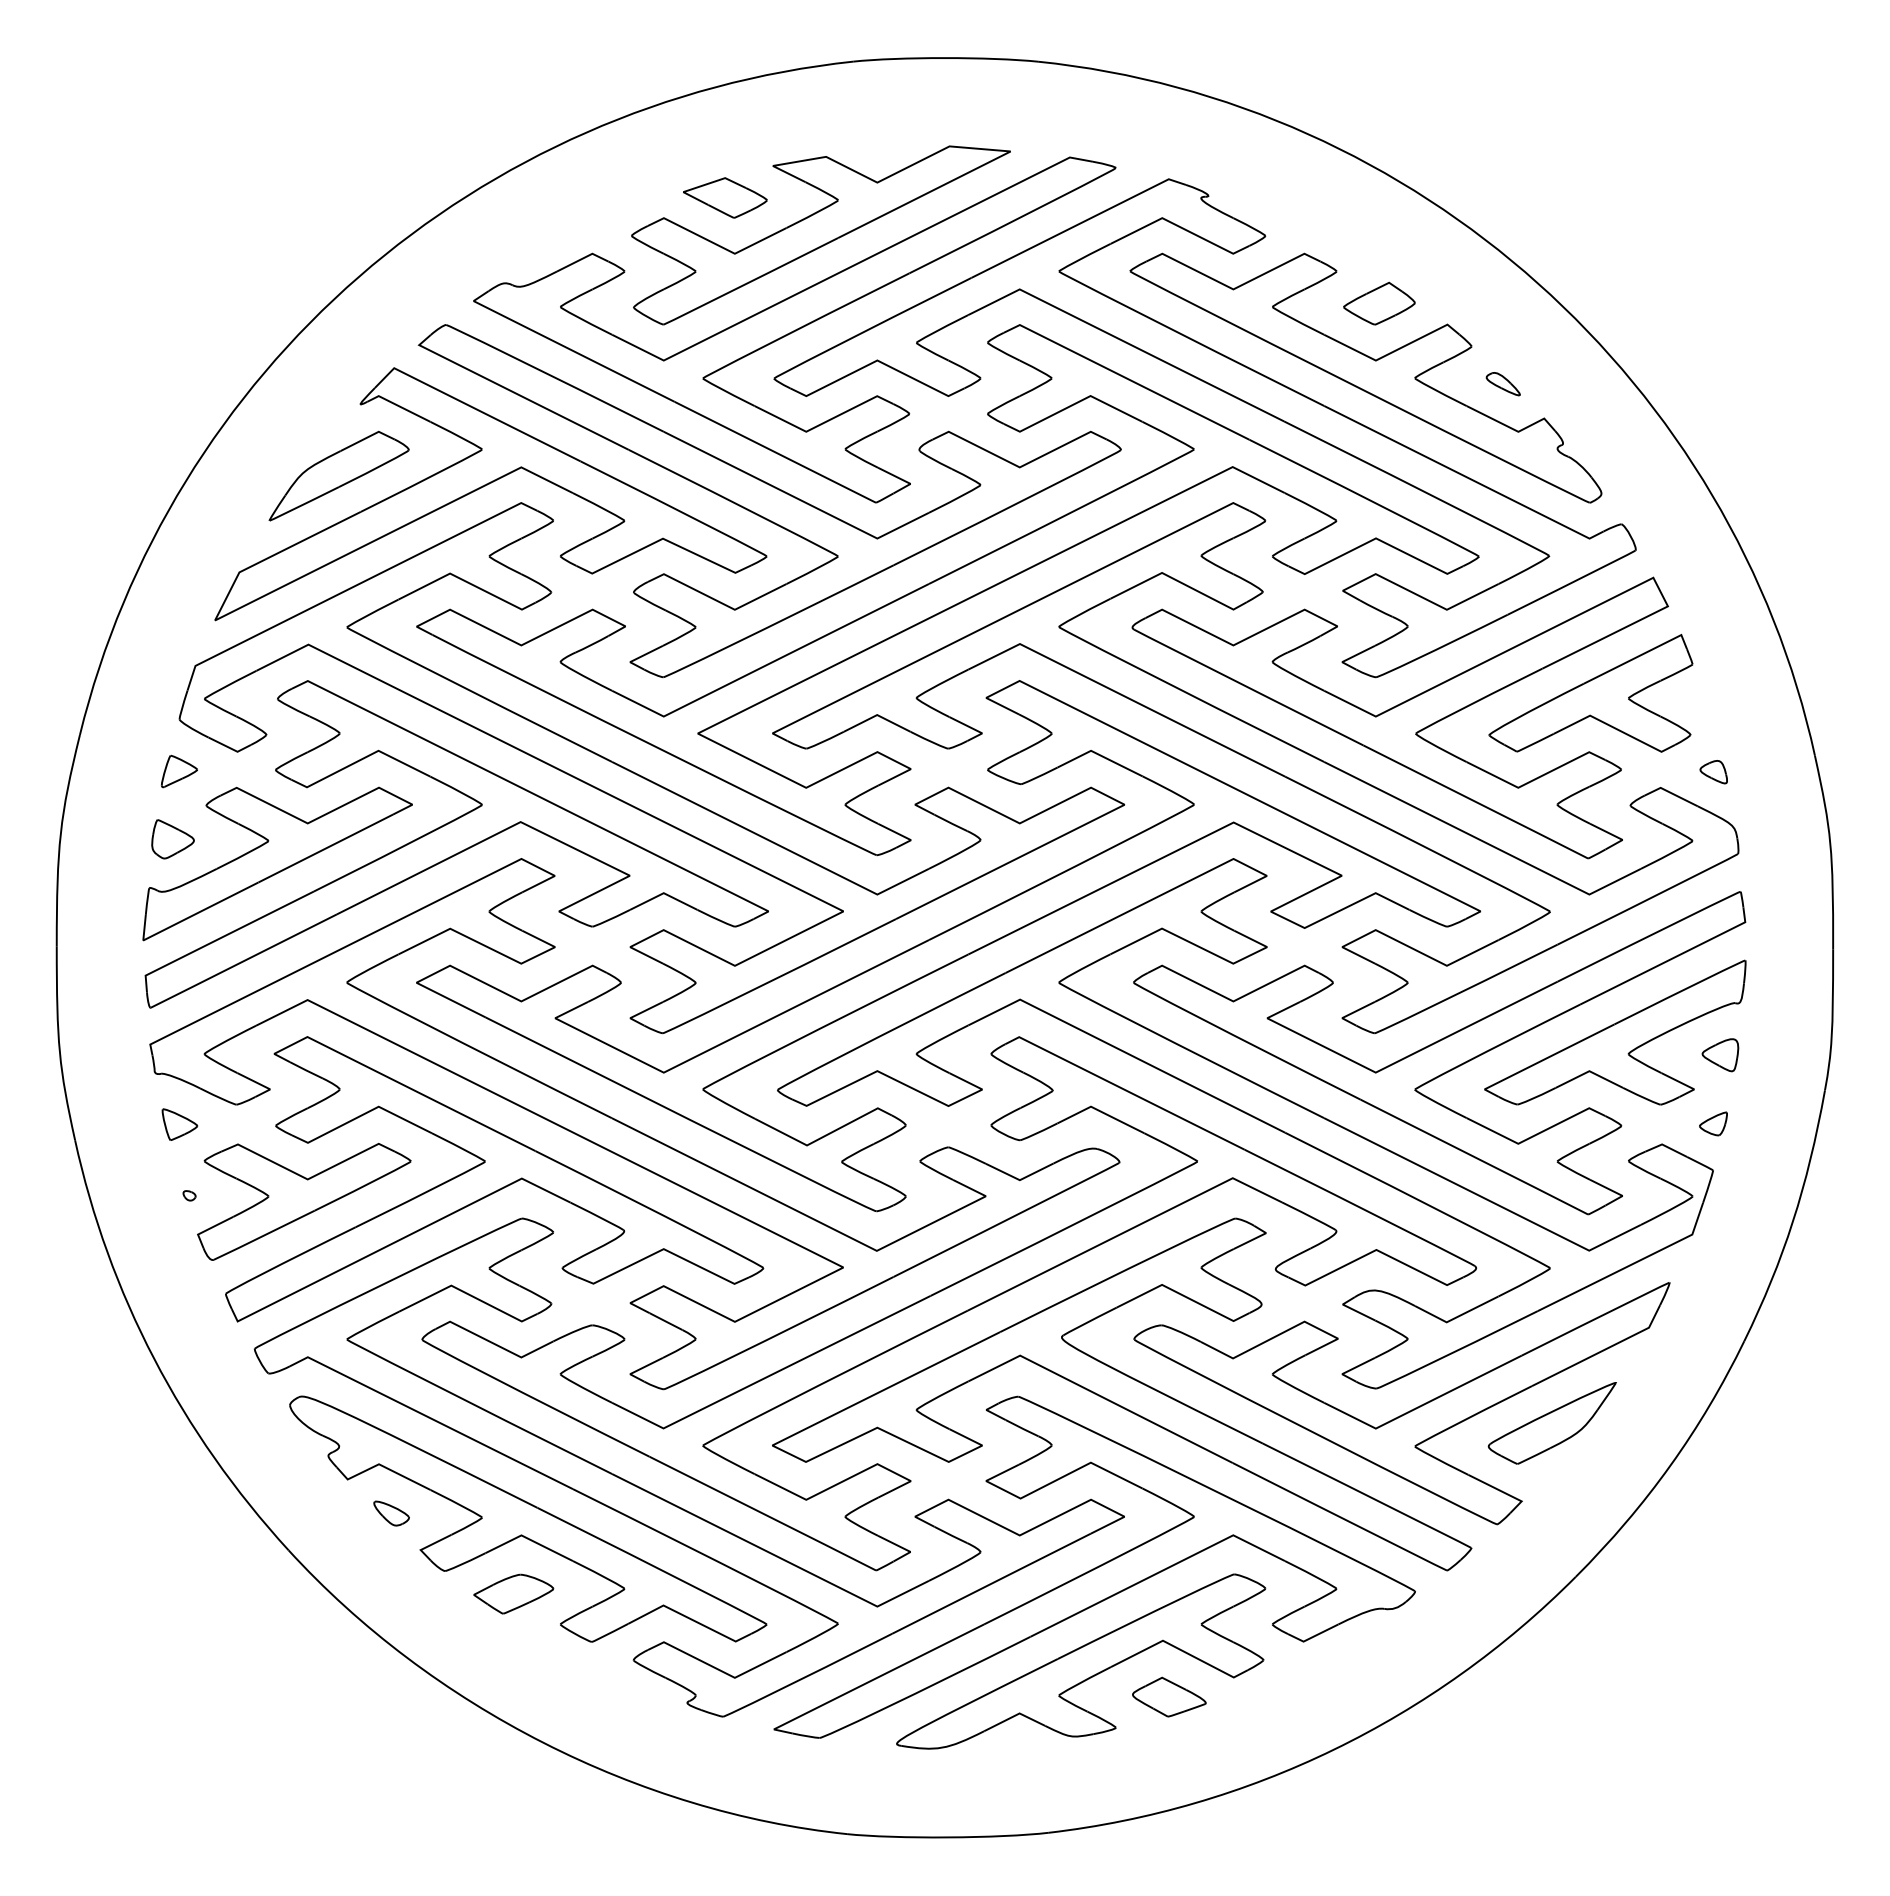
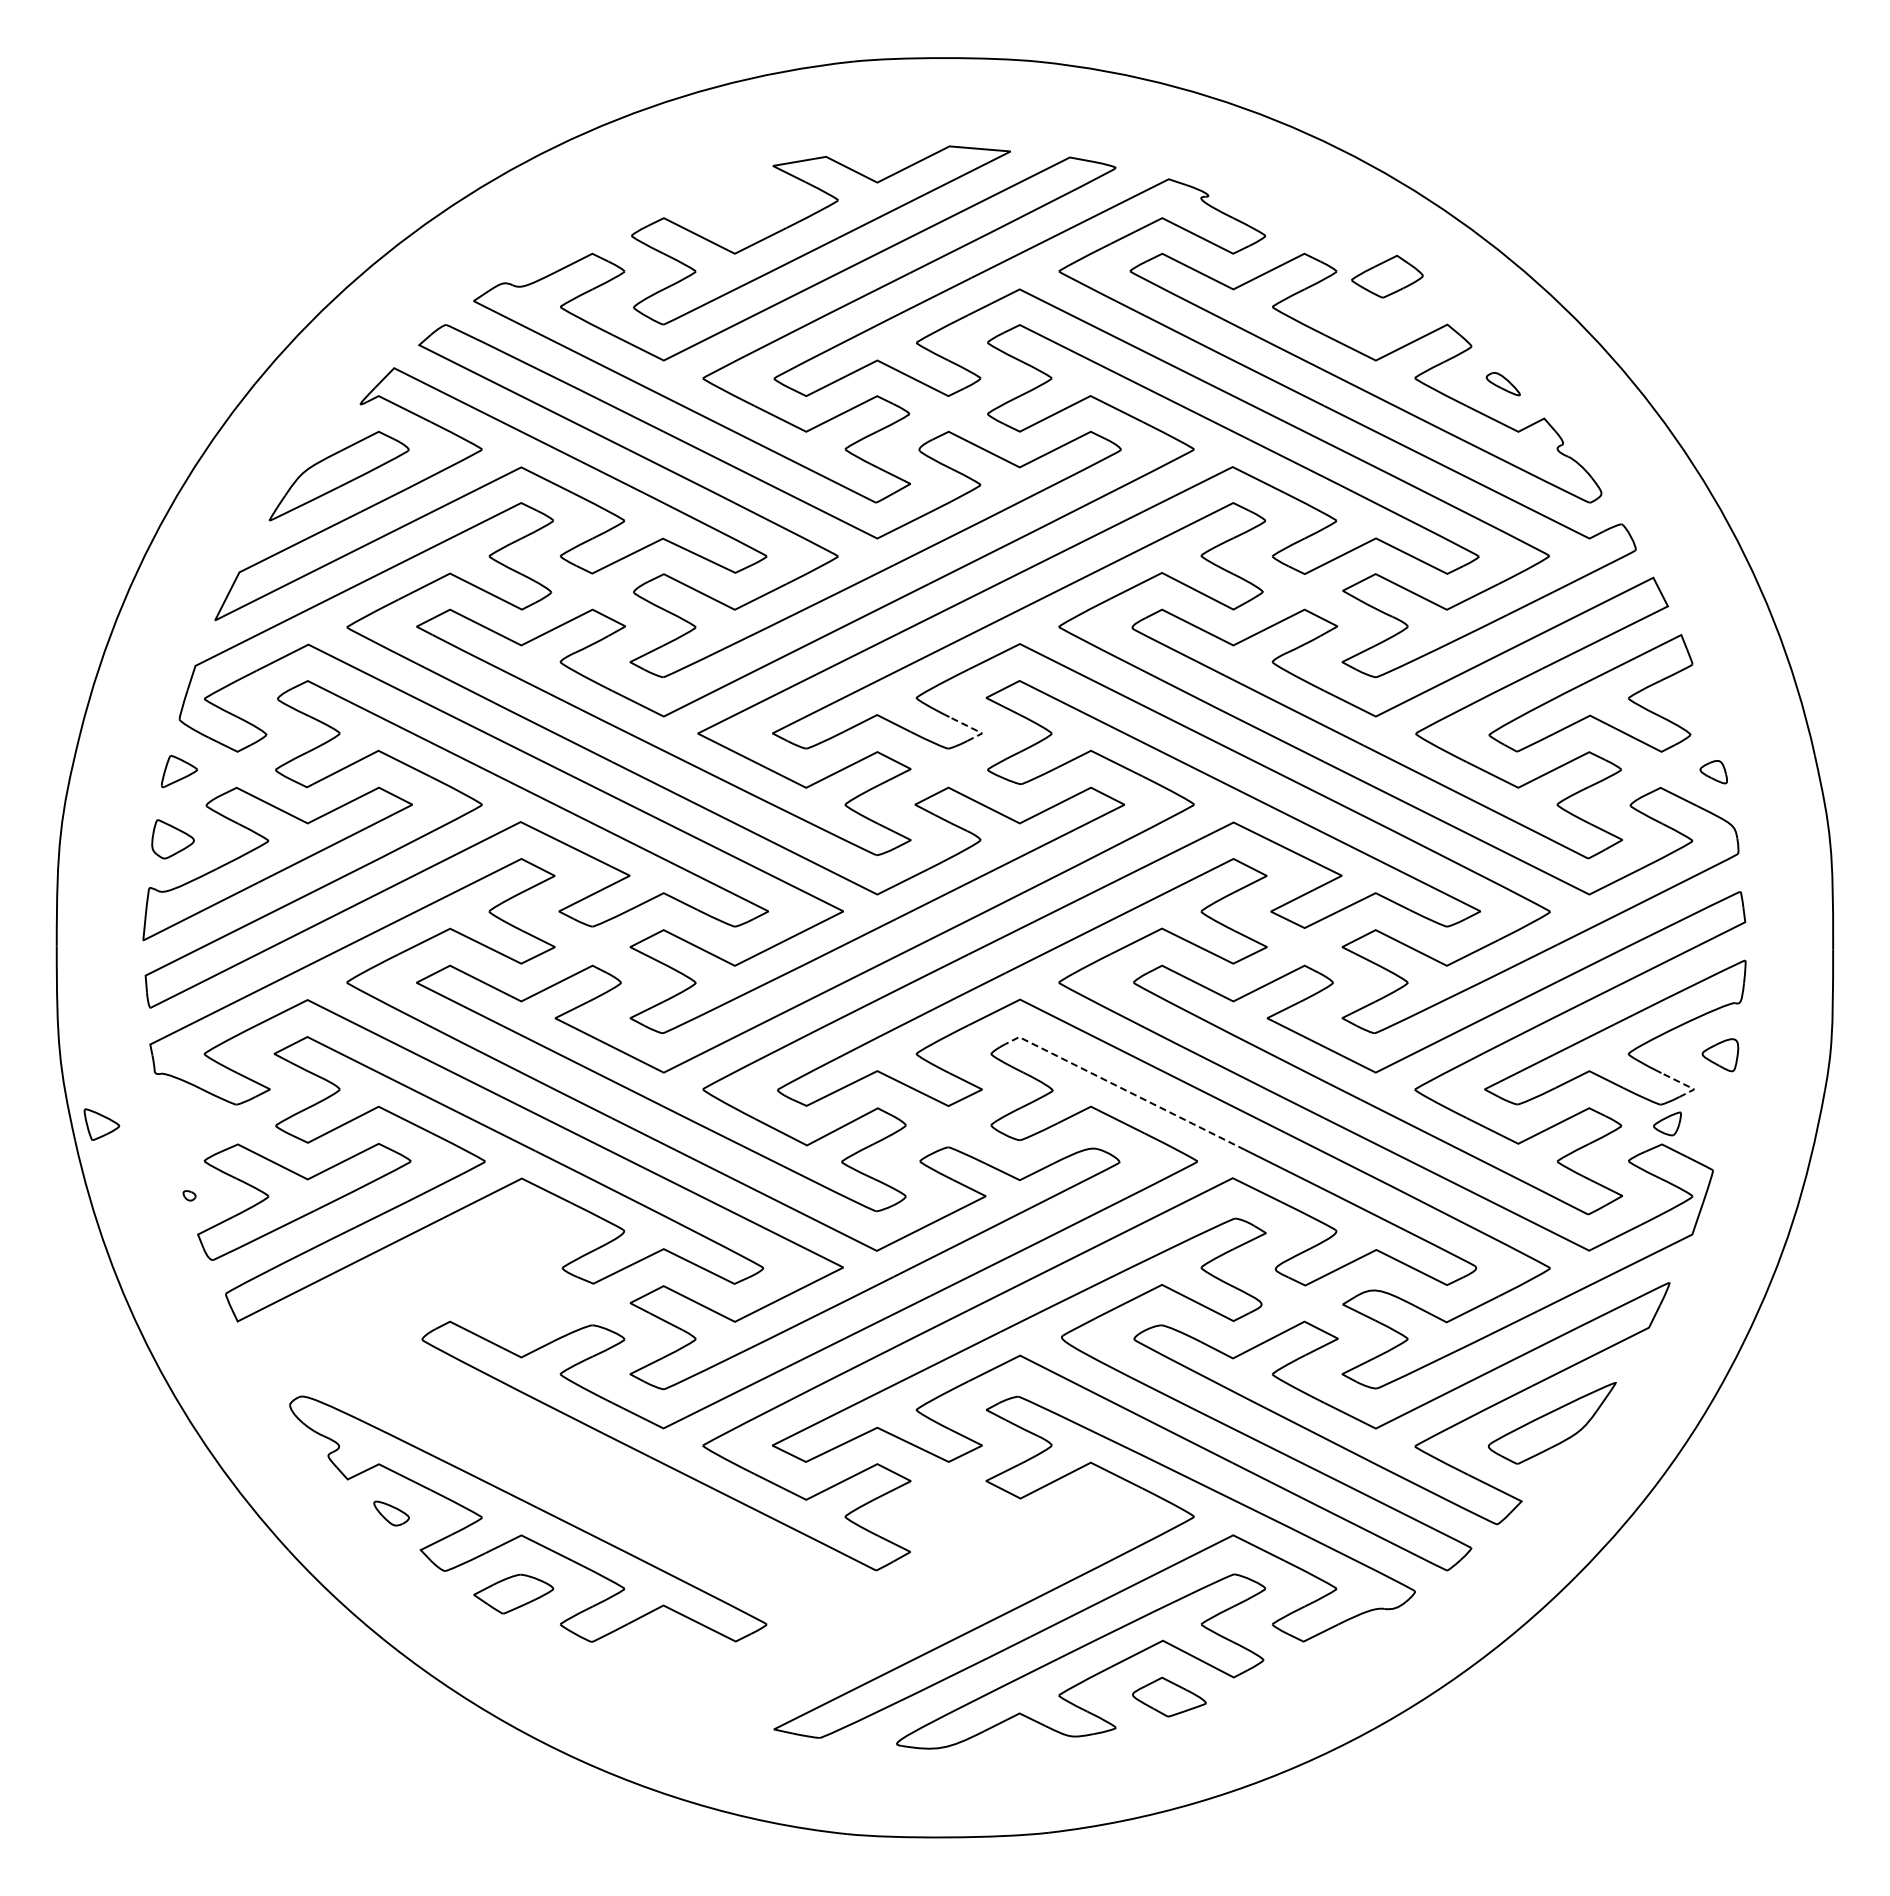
part at (725, 197): present -> none
part at (1379, 303) position: (1379, 303) -> (1387, 276)
line at (973, 728): solid -> dashed
line at (1685, 1084): solid -> dashed
line at (1124, 1089): solid -> dashed
part at (1713, 1123) position: (1713, 1123) -> (1667, 1123)
part at (179, 1124) position: (179, 1124) -> (101, 1124)
part at (671, 1502): present -> none
